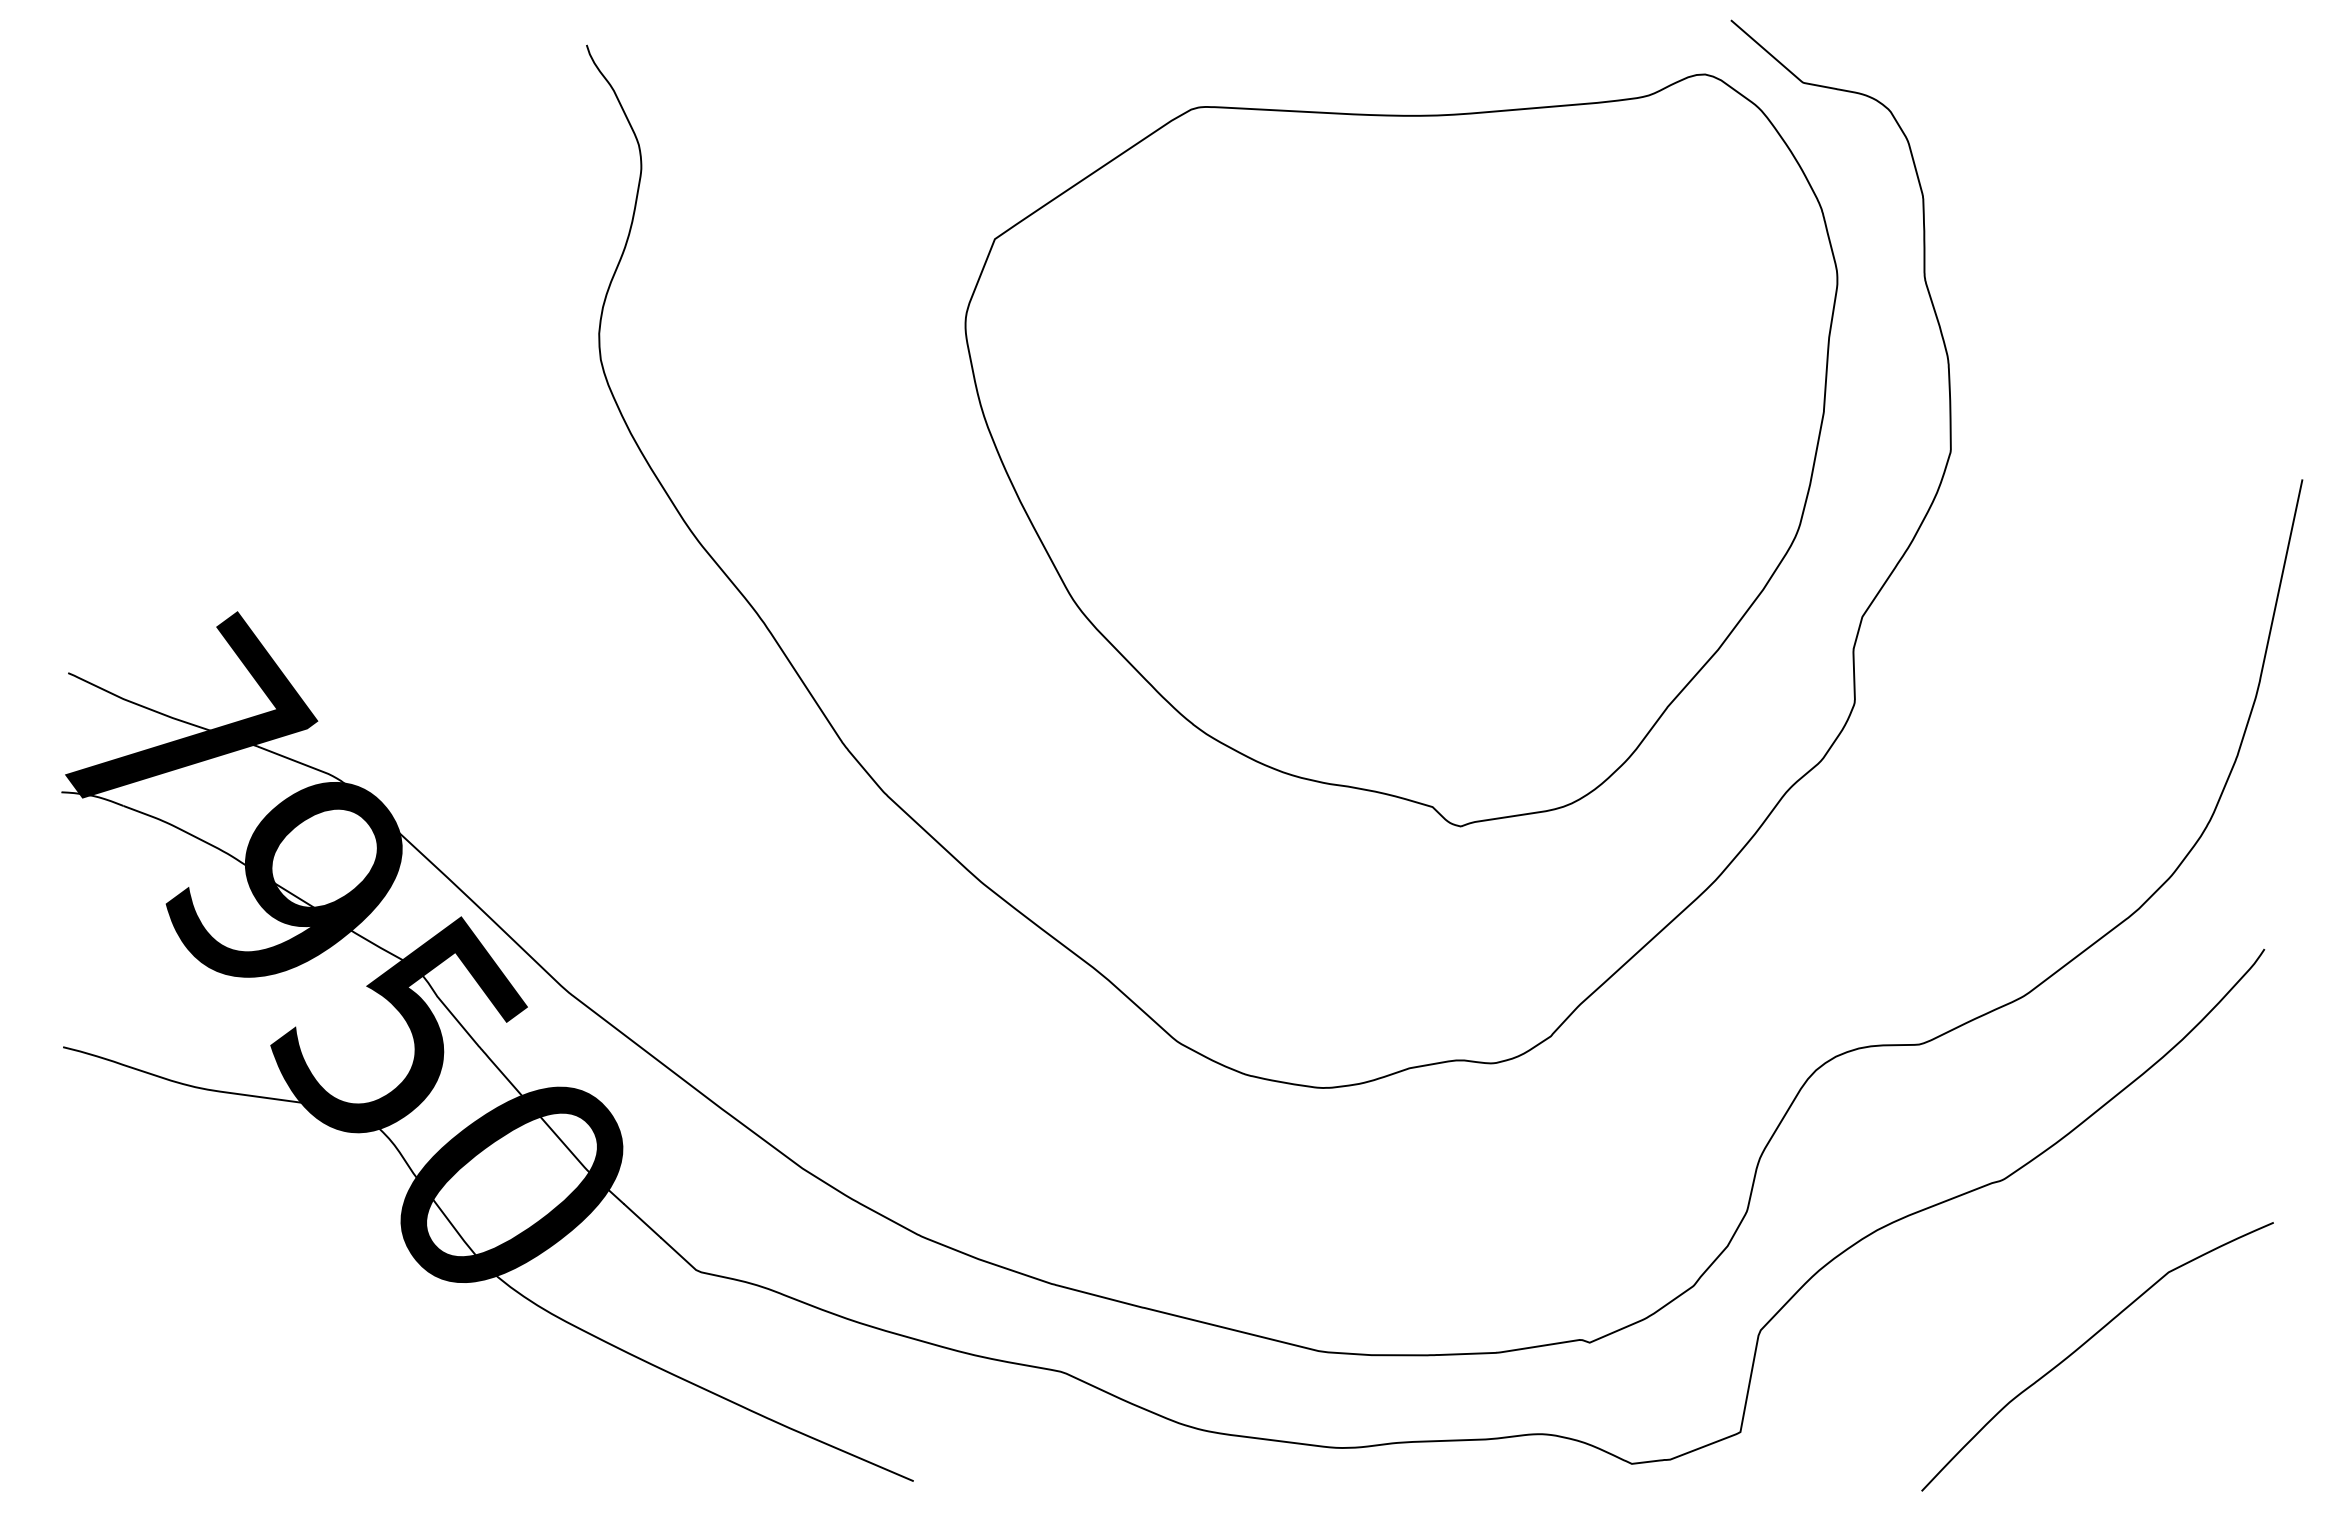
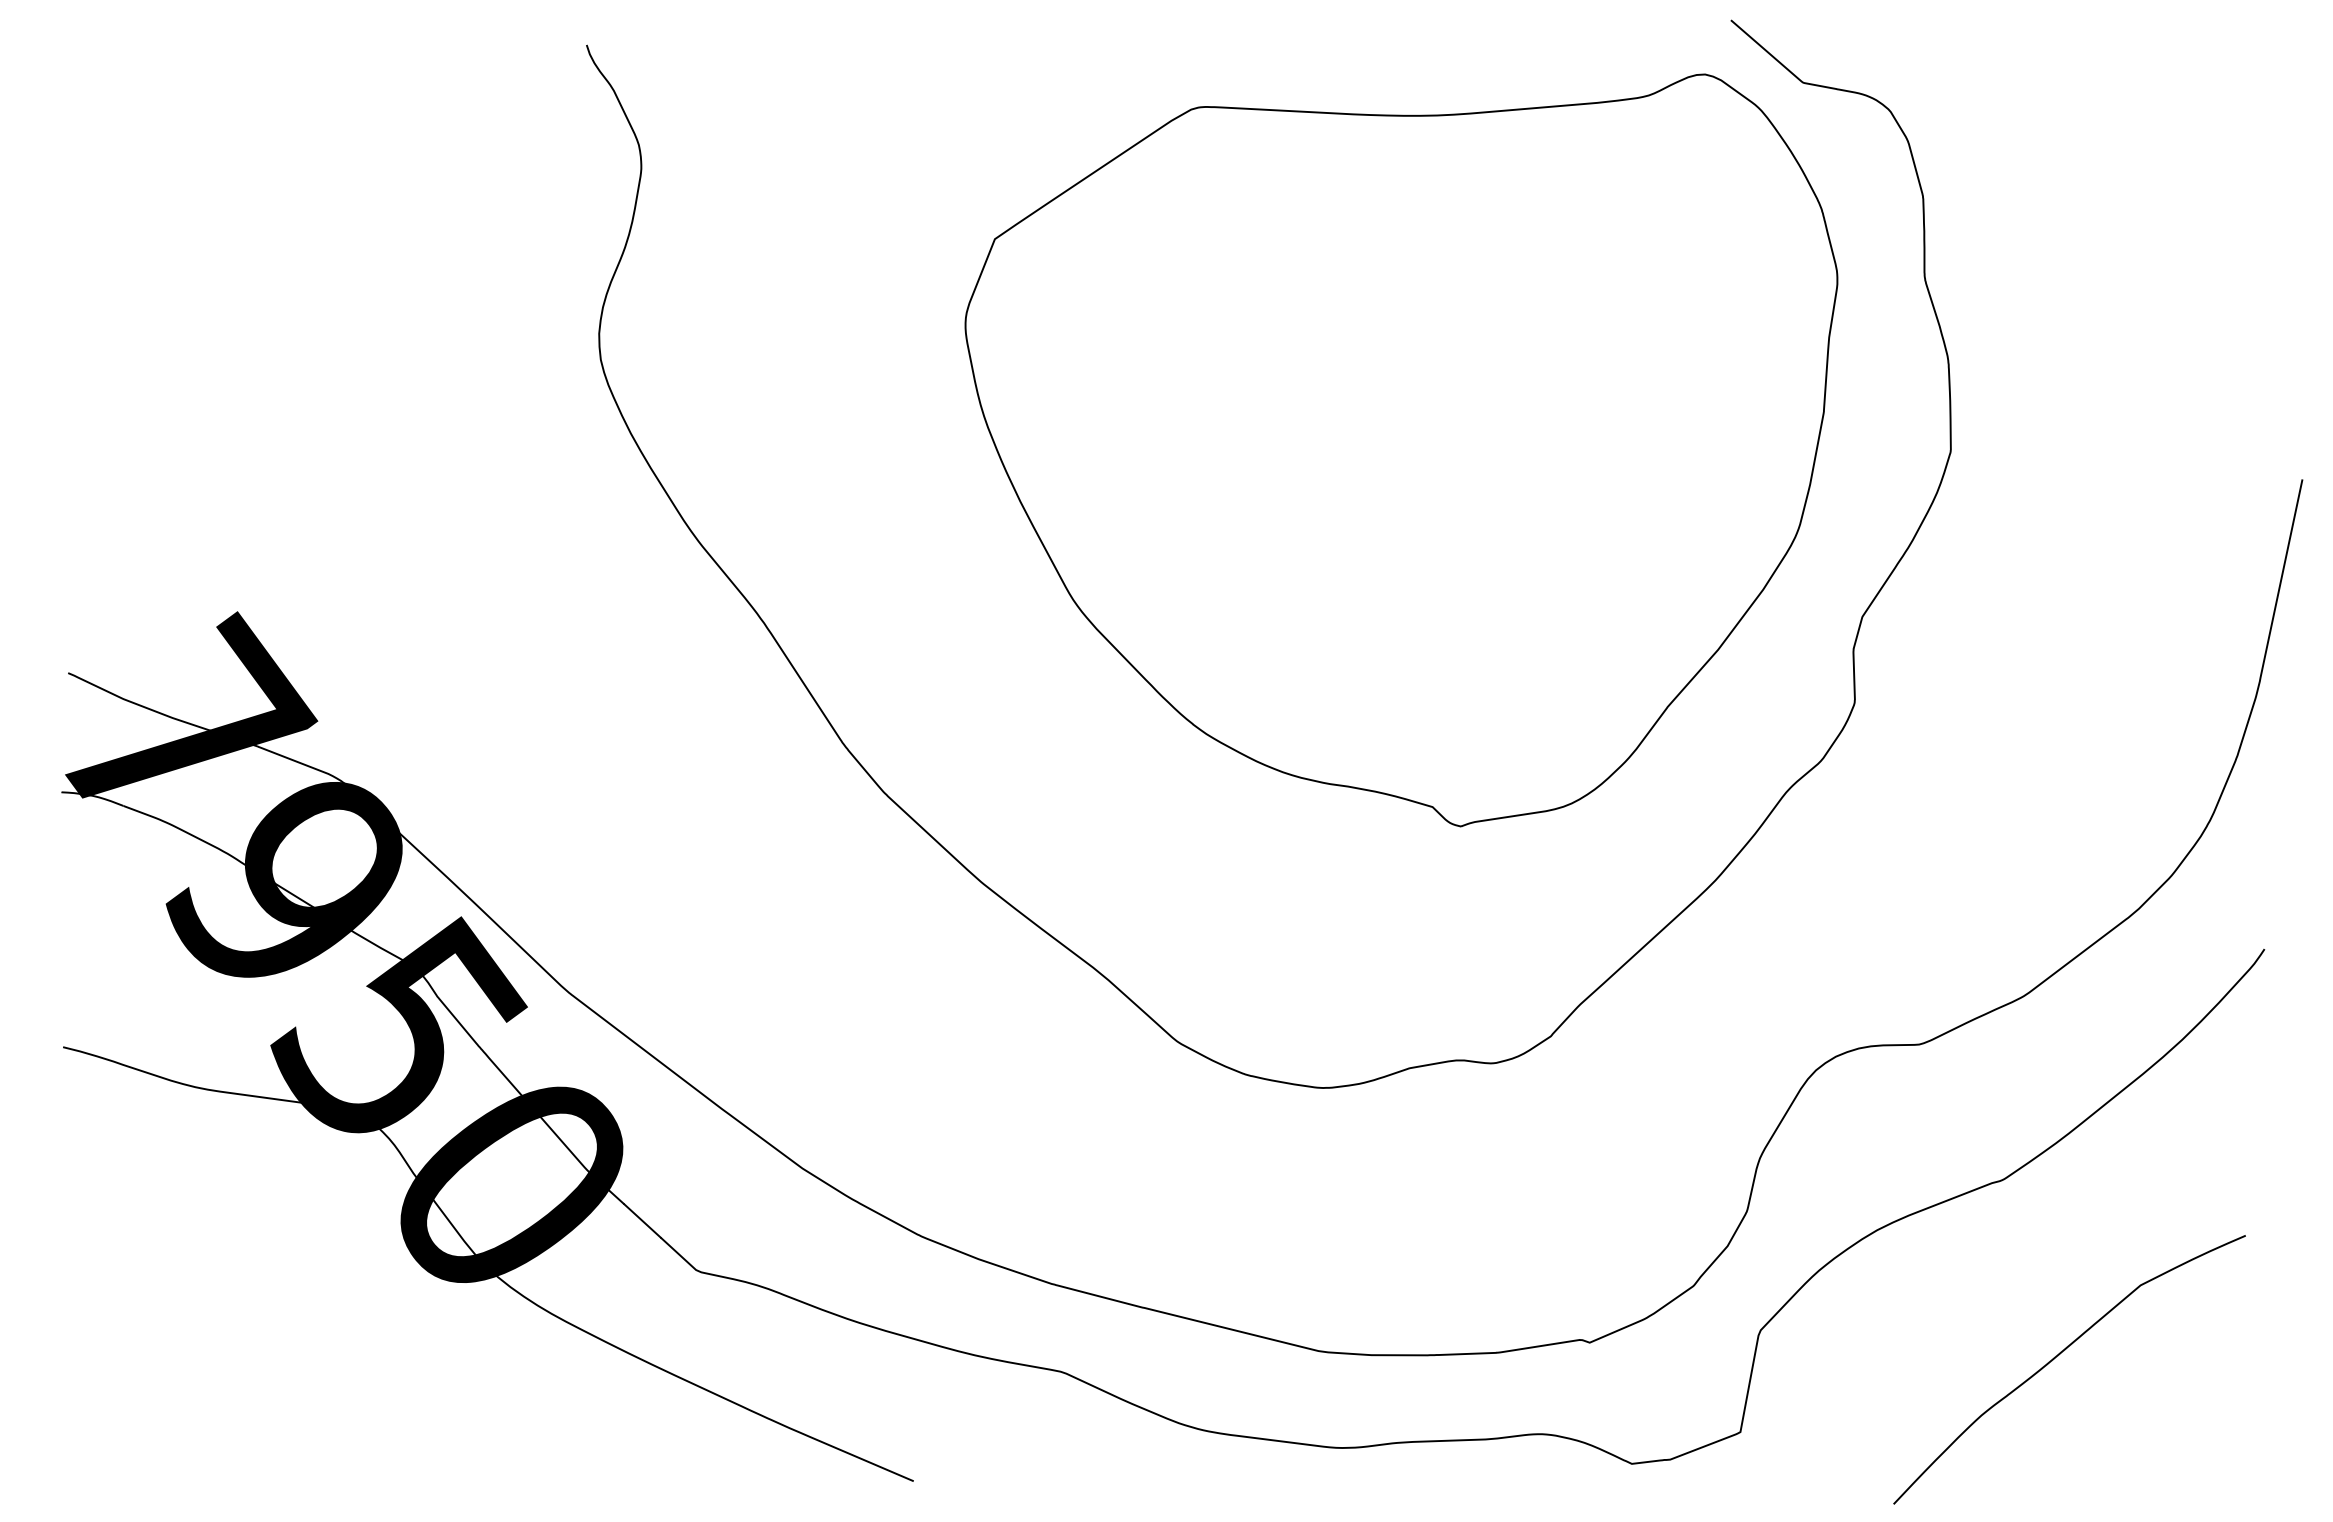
curve at (2086, 1343) position: (2086, 1343) -> (2058, 1356)
